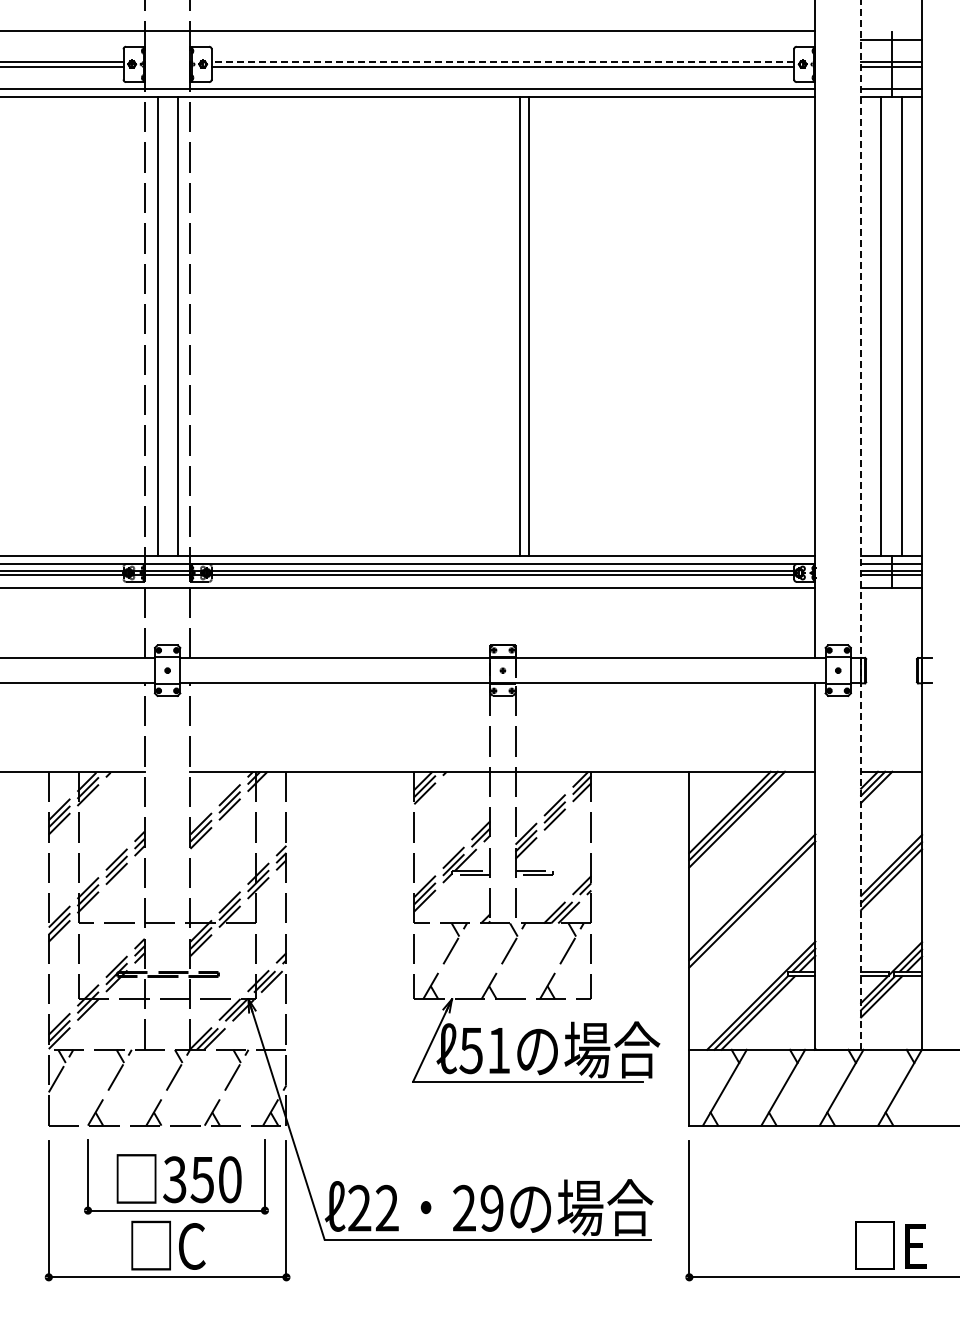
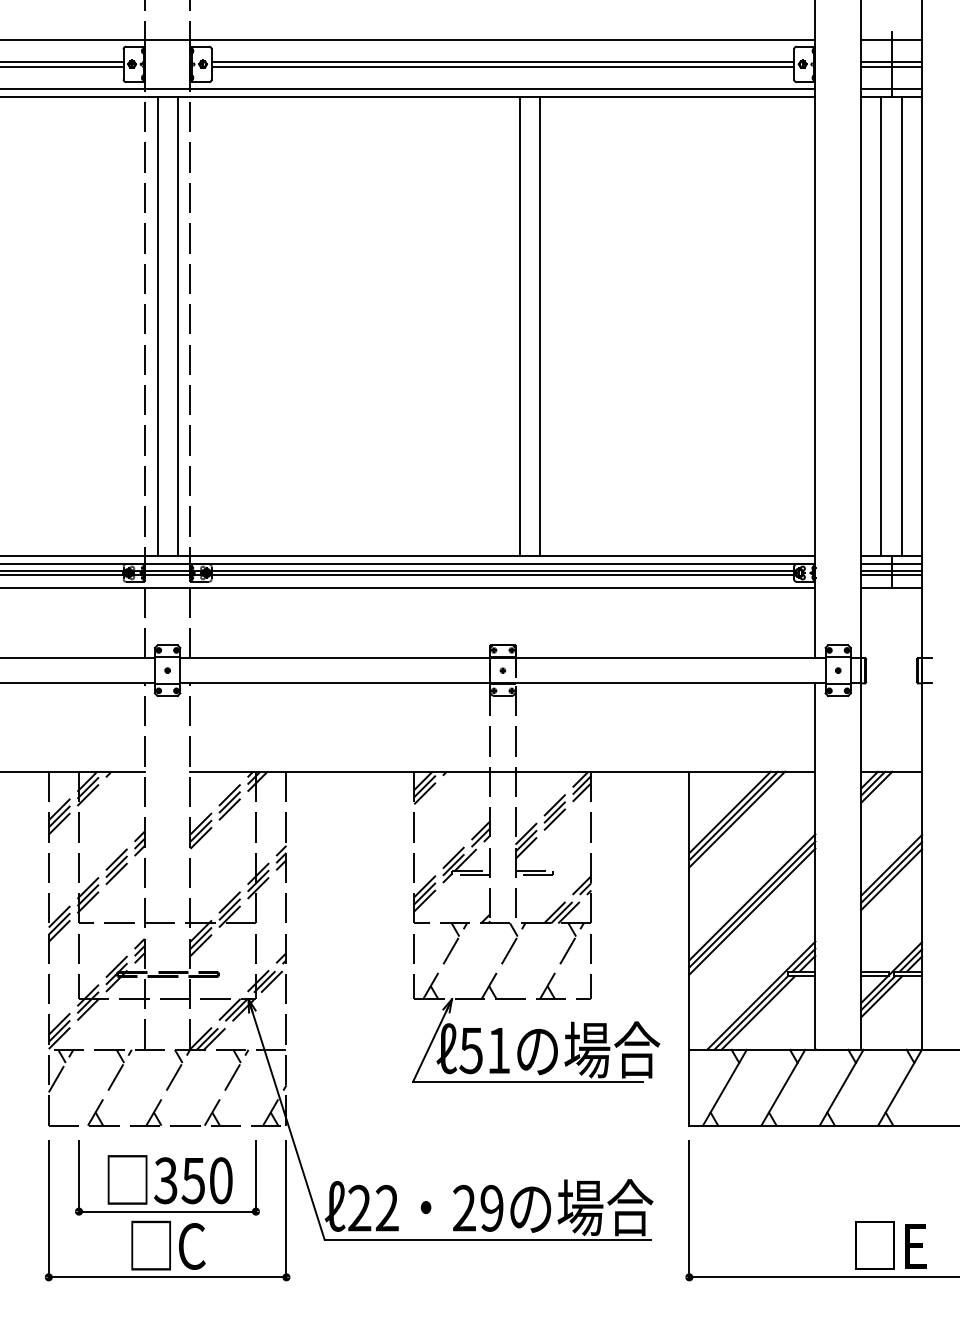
line at (408, 30) position: (408, 30) -> (408, 39)
line at (502, 62): dashed -> solid
line at (528, 326) position: (528, 326) -> (539, 326)
line at (861, 524): dashed -> solid
line at (752, 911): none -> present
part at (176, 1176) position: (176, 1176) -> (167, 1177)
